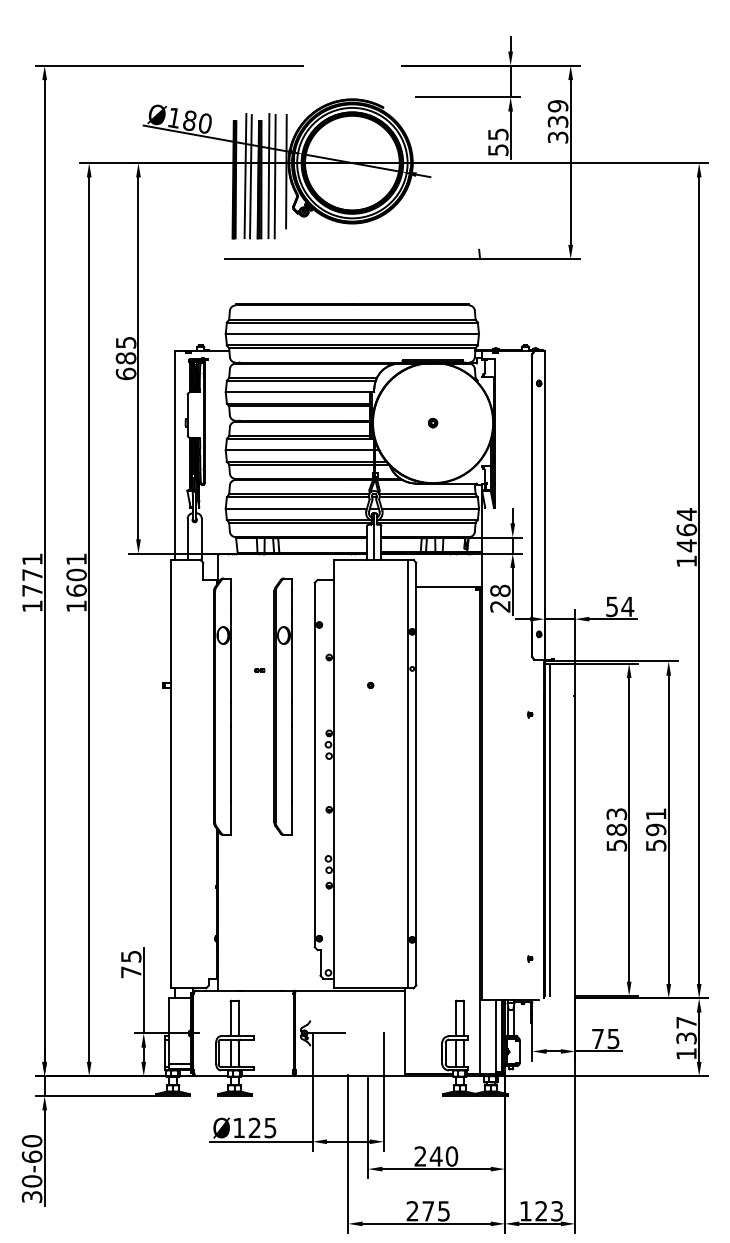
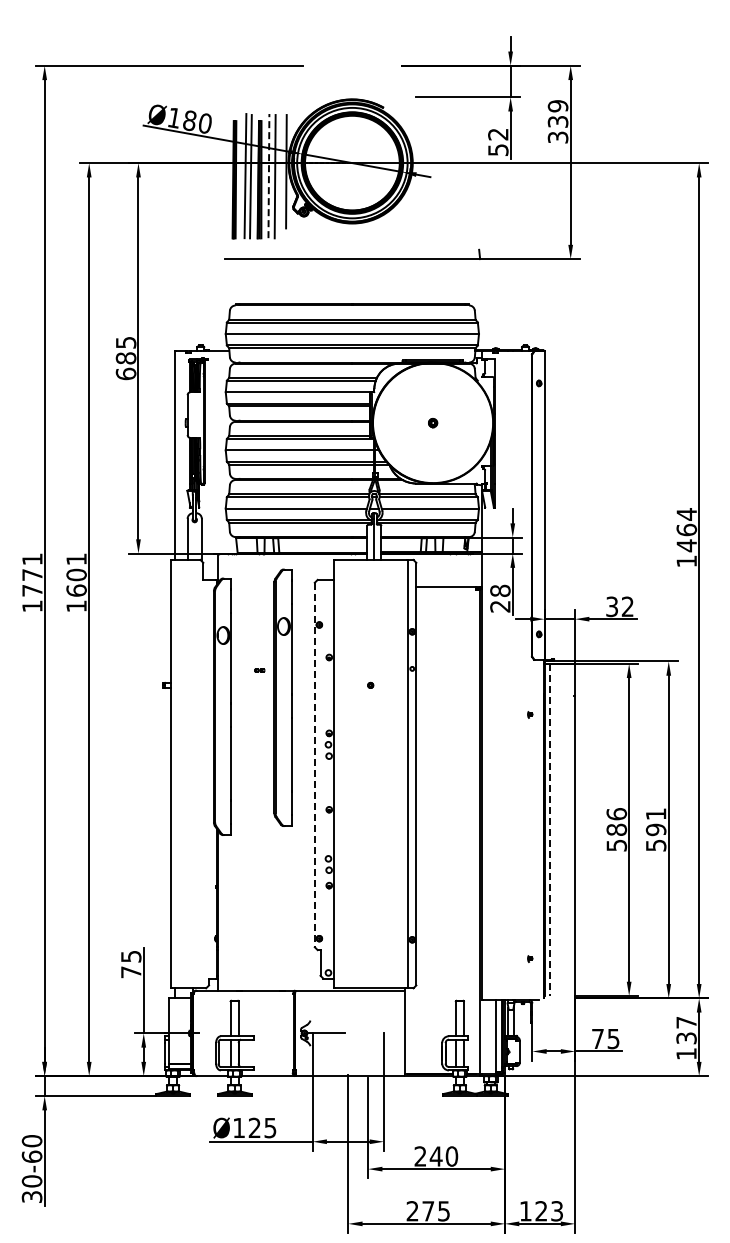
text at (498, 134): 55 -> 52
line at (268, 175): solid -> dashed
text at (620, 606): 54 -> 32
part at (282, 706) position: (282, 706) -> (282, 697)
line at (314, 765): solid -> dashed
text at (616, 814): 583 -> 586
line at (550, 830): solid -> dashed
